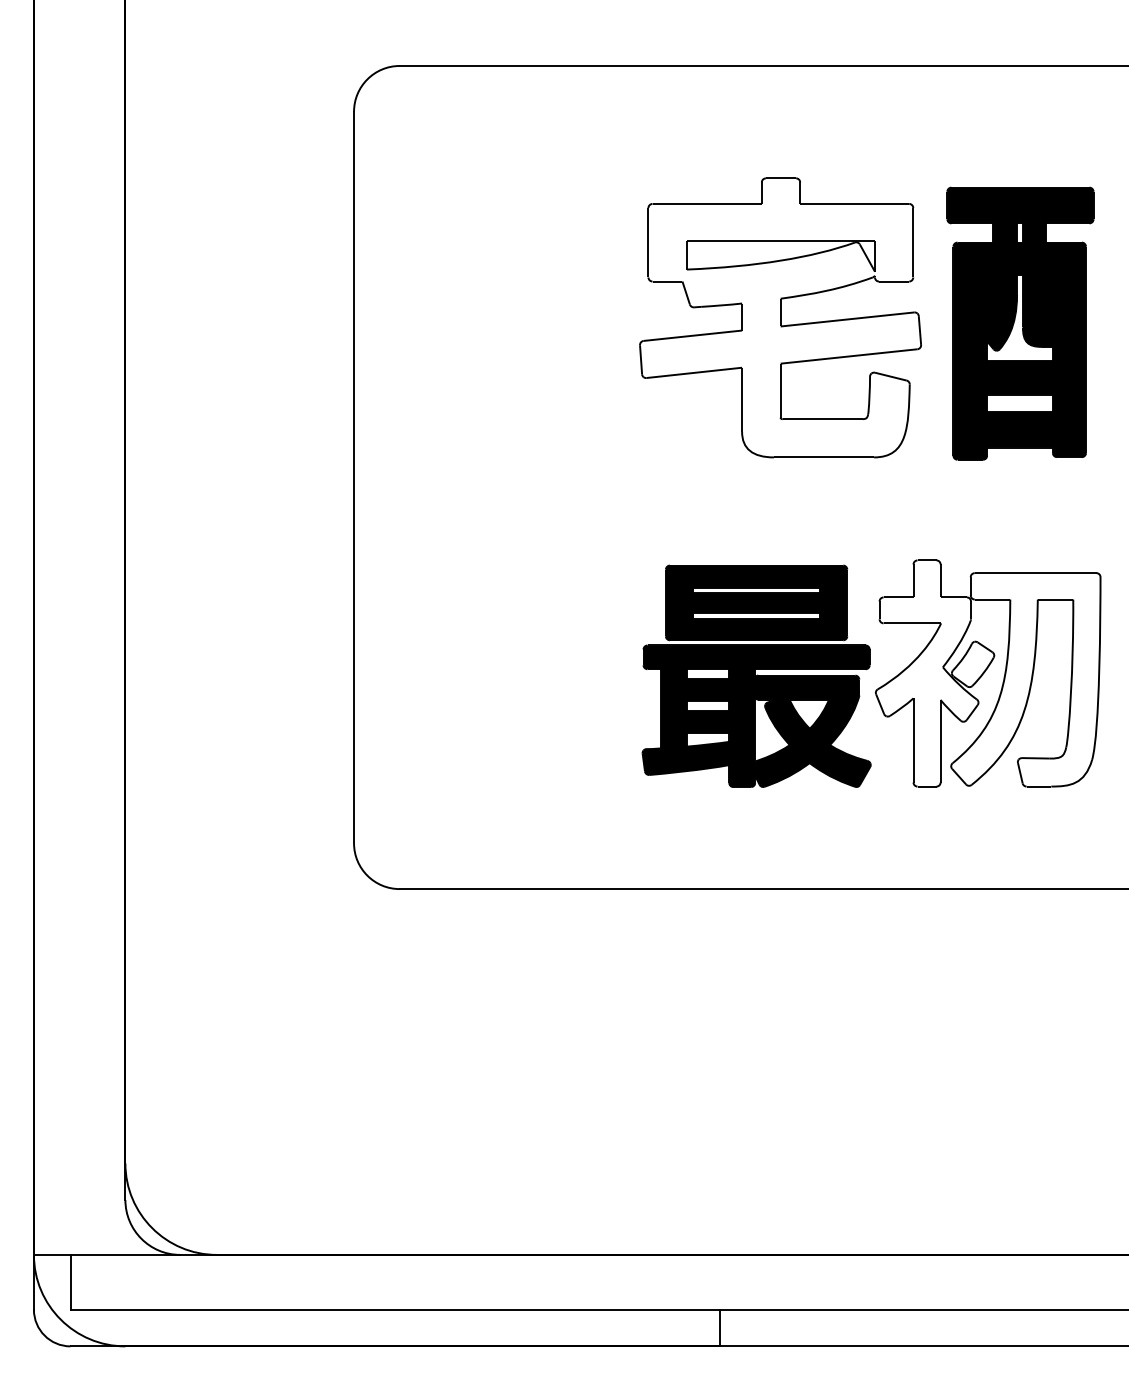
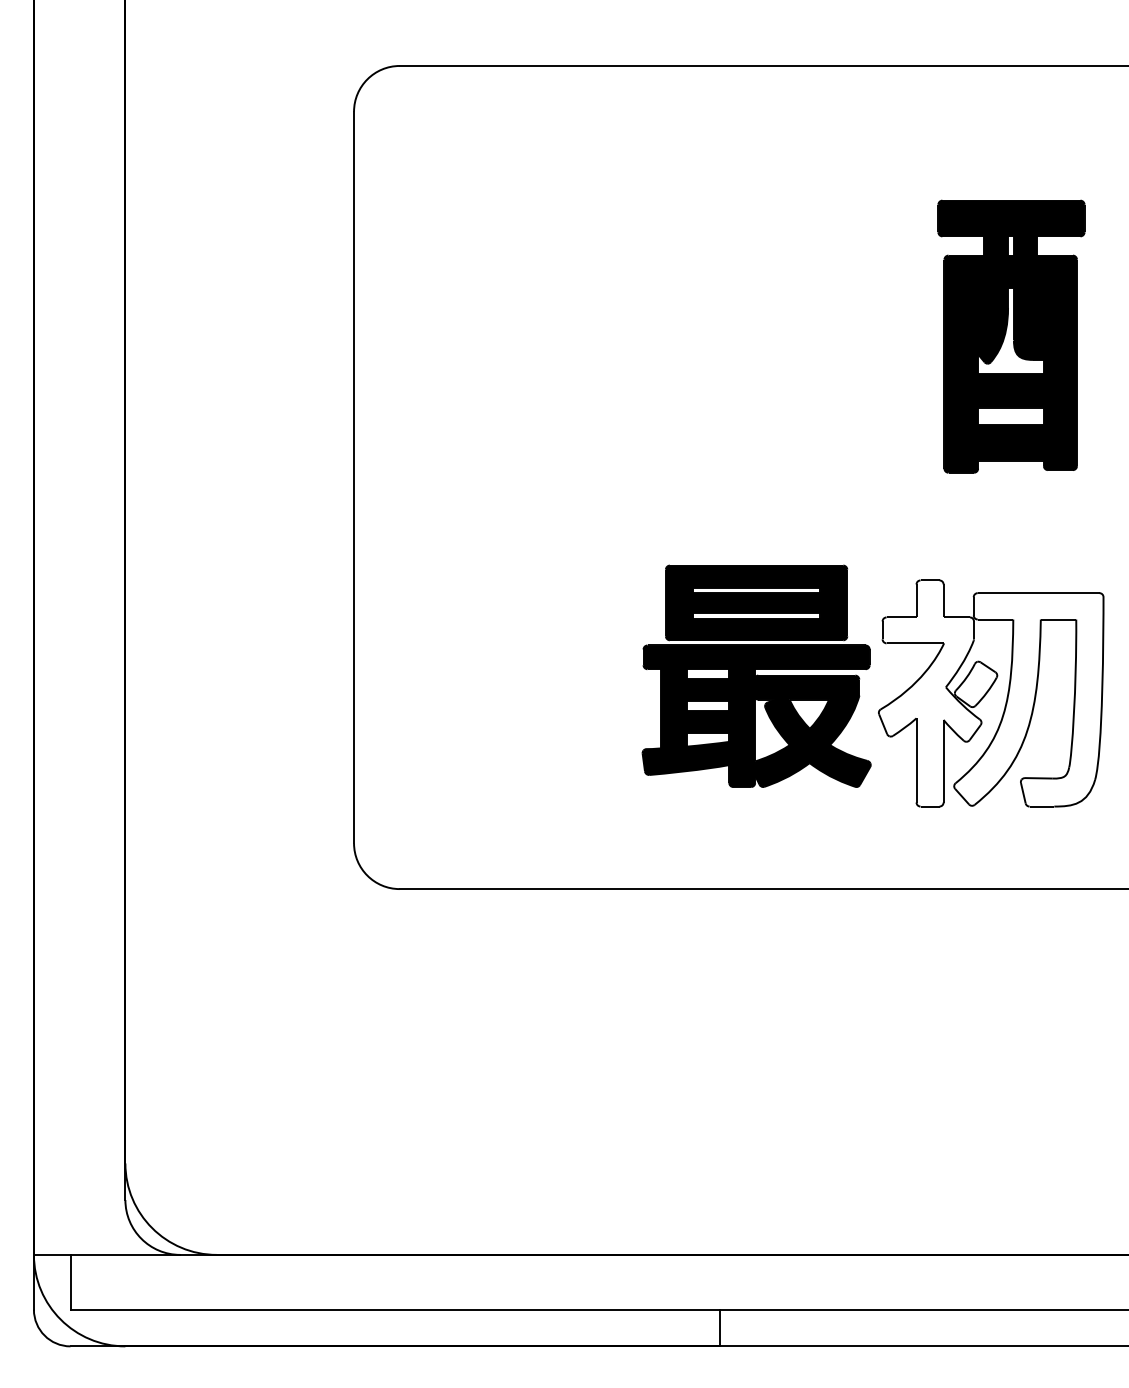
part at (780, 317): present -> none
part at (1020, 323) position: (1020, 323) -> (1011, 336)
part at (988, 673) position: (988, 673) -> (991, 693)
